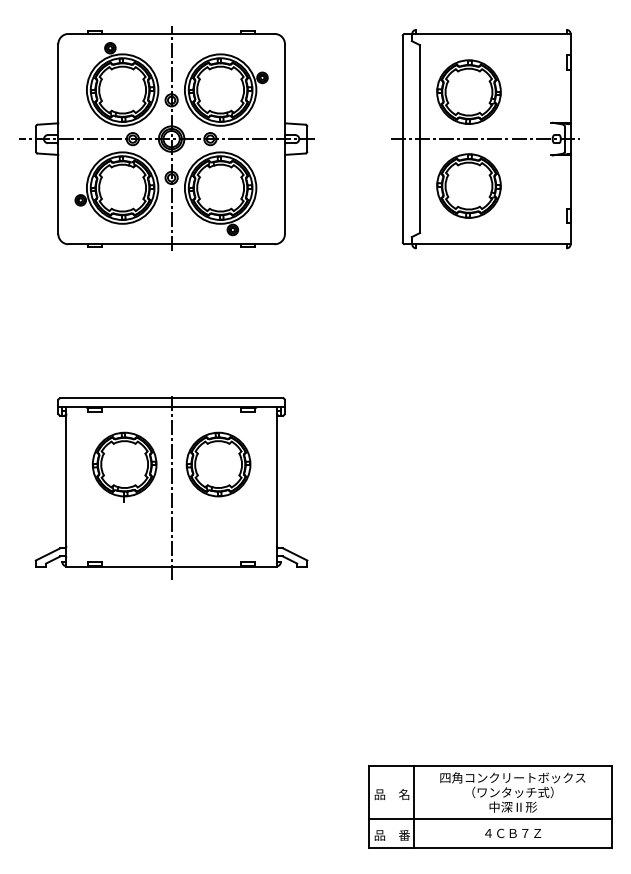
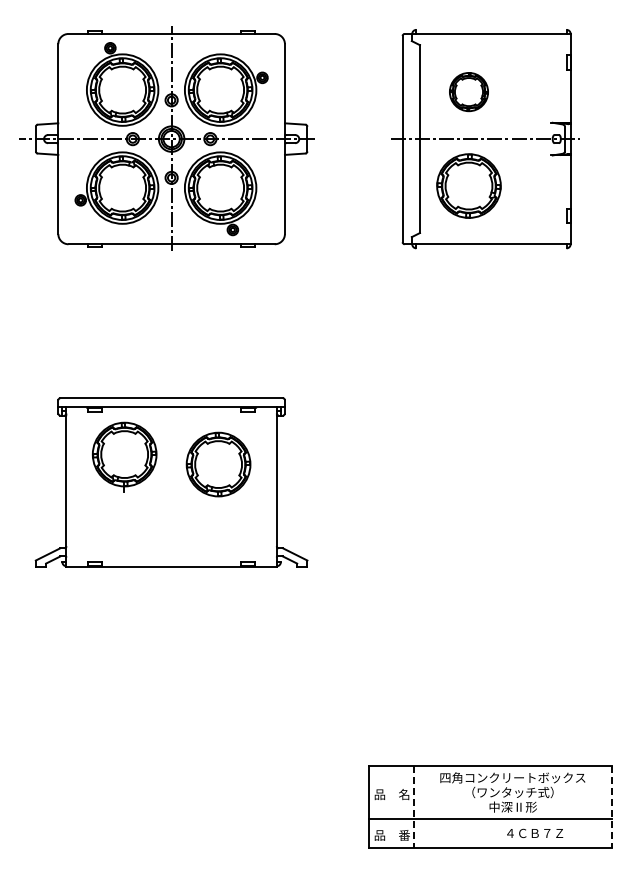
part at (468, 91) size: 66x66 px -> 40x41 px
part at (124, 466) position: (124, 466) -> (124, 456)
line at (171, 488): present -> none
line at (413, 806): solid -> dashed
line at (612, 806): solid -> dashed
text at (513, 833) position: (513, 833) -> (535, 833)
